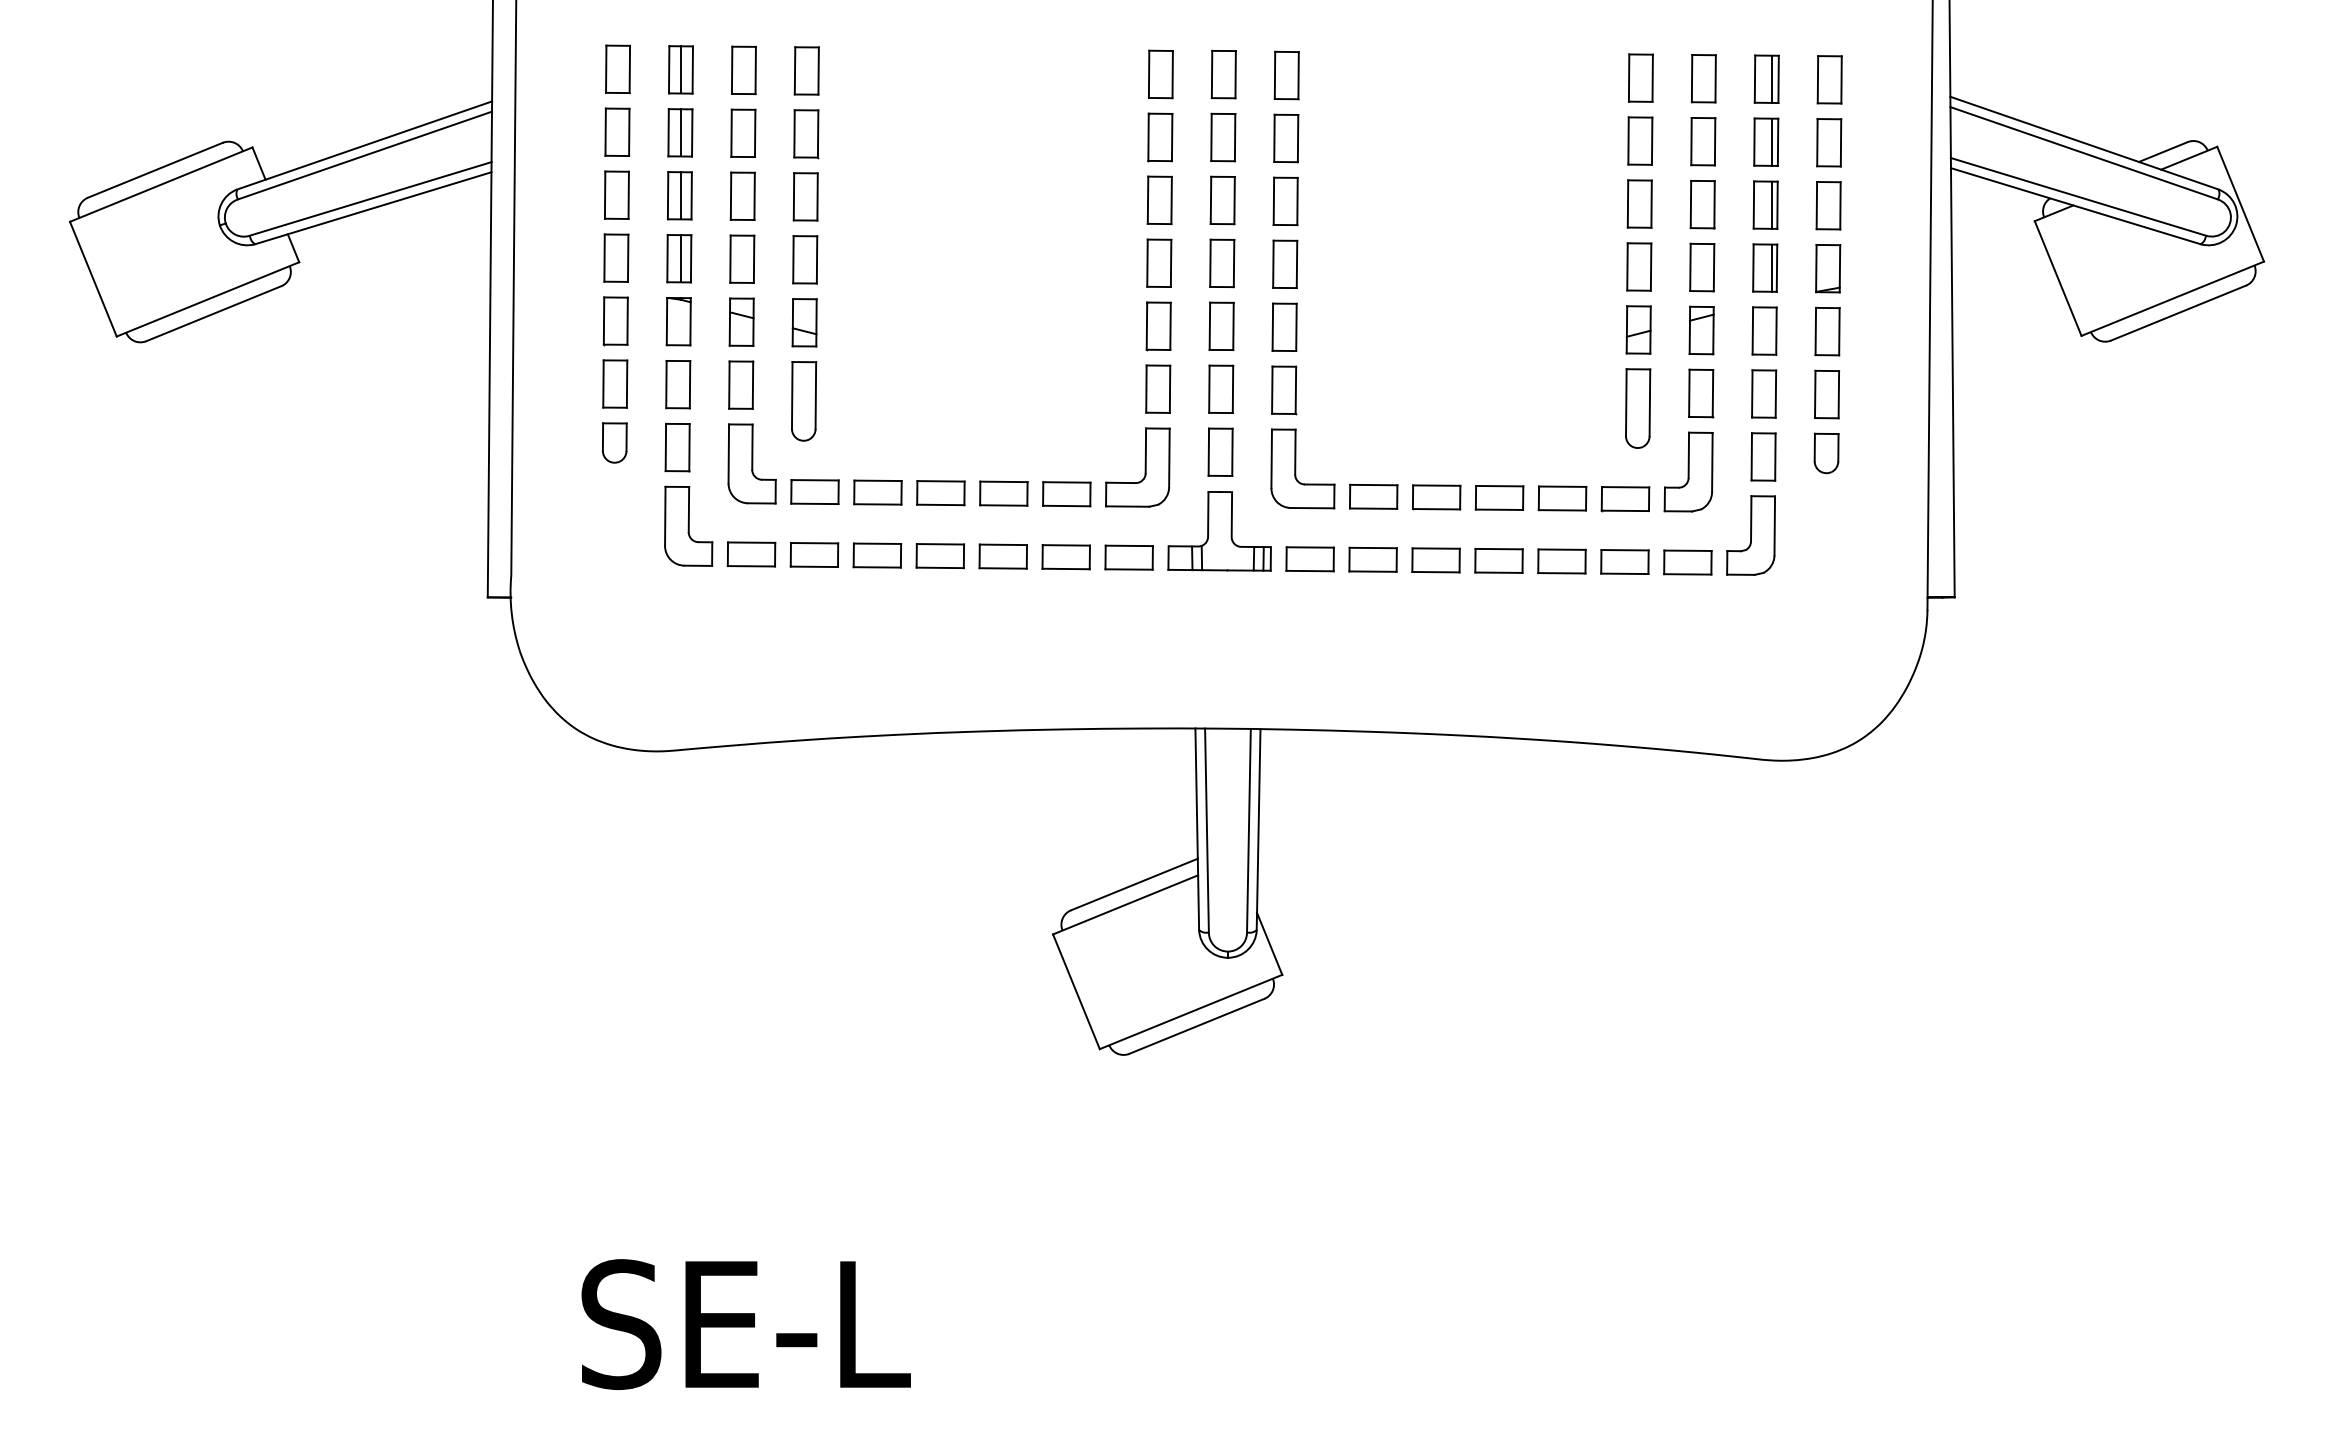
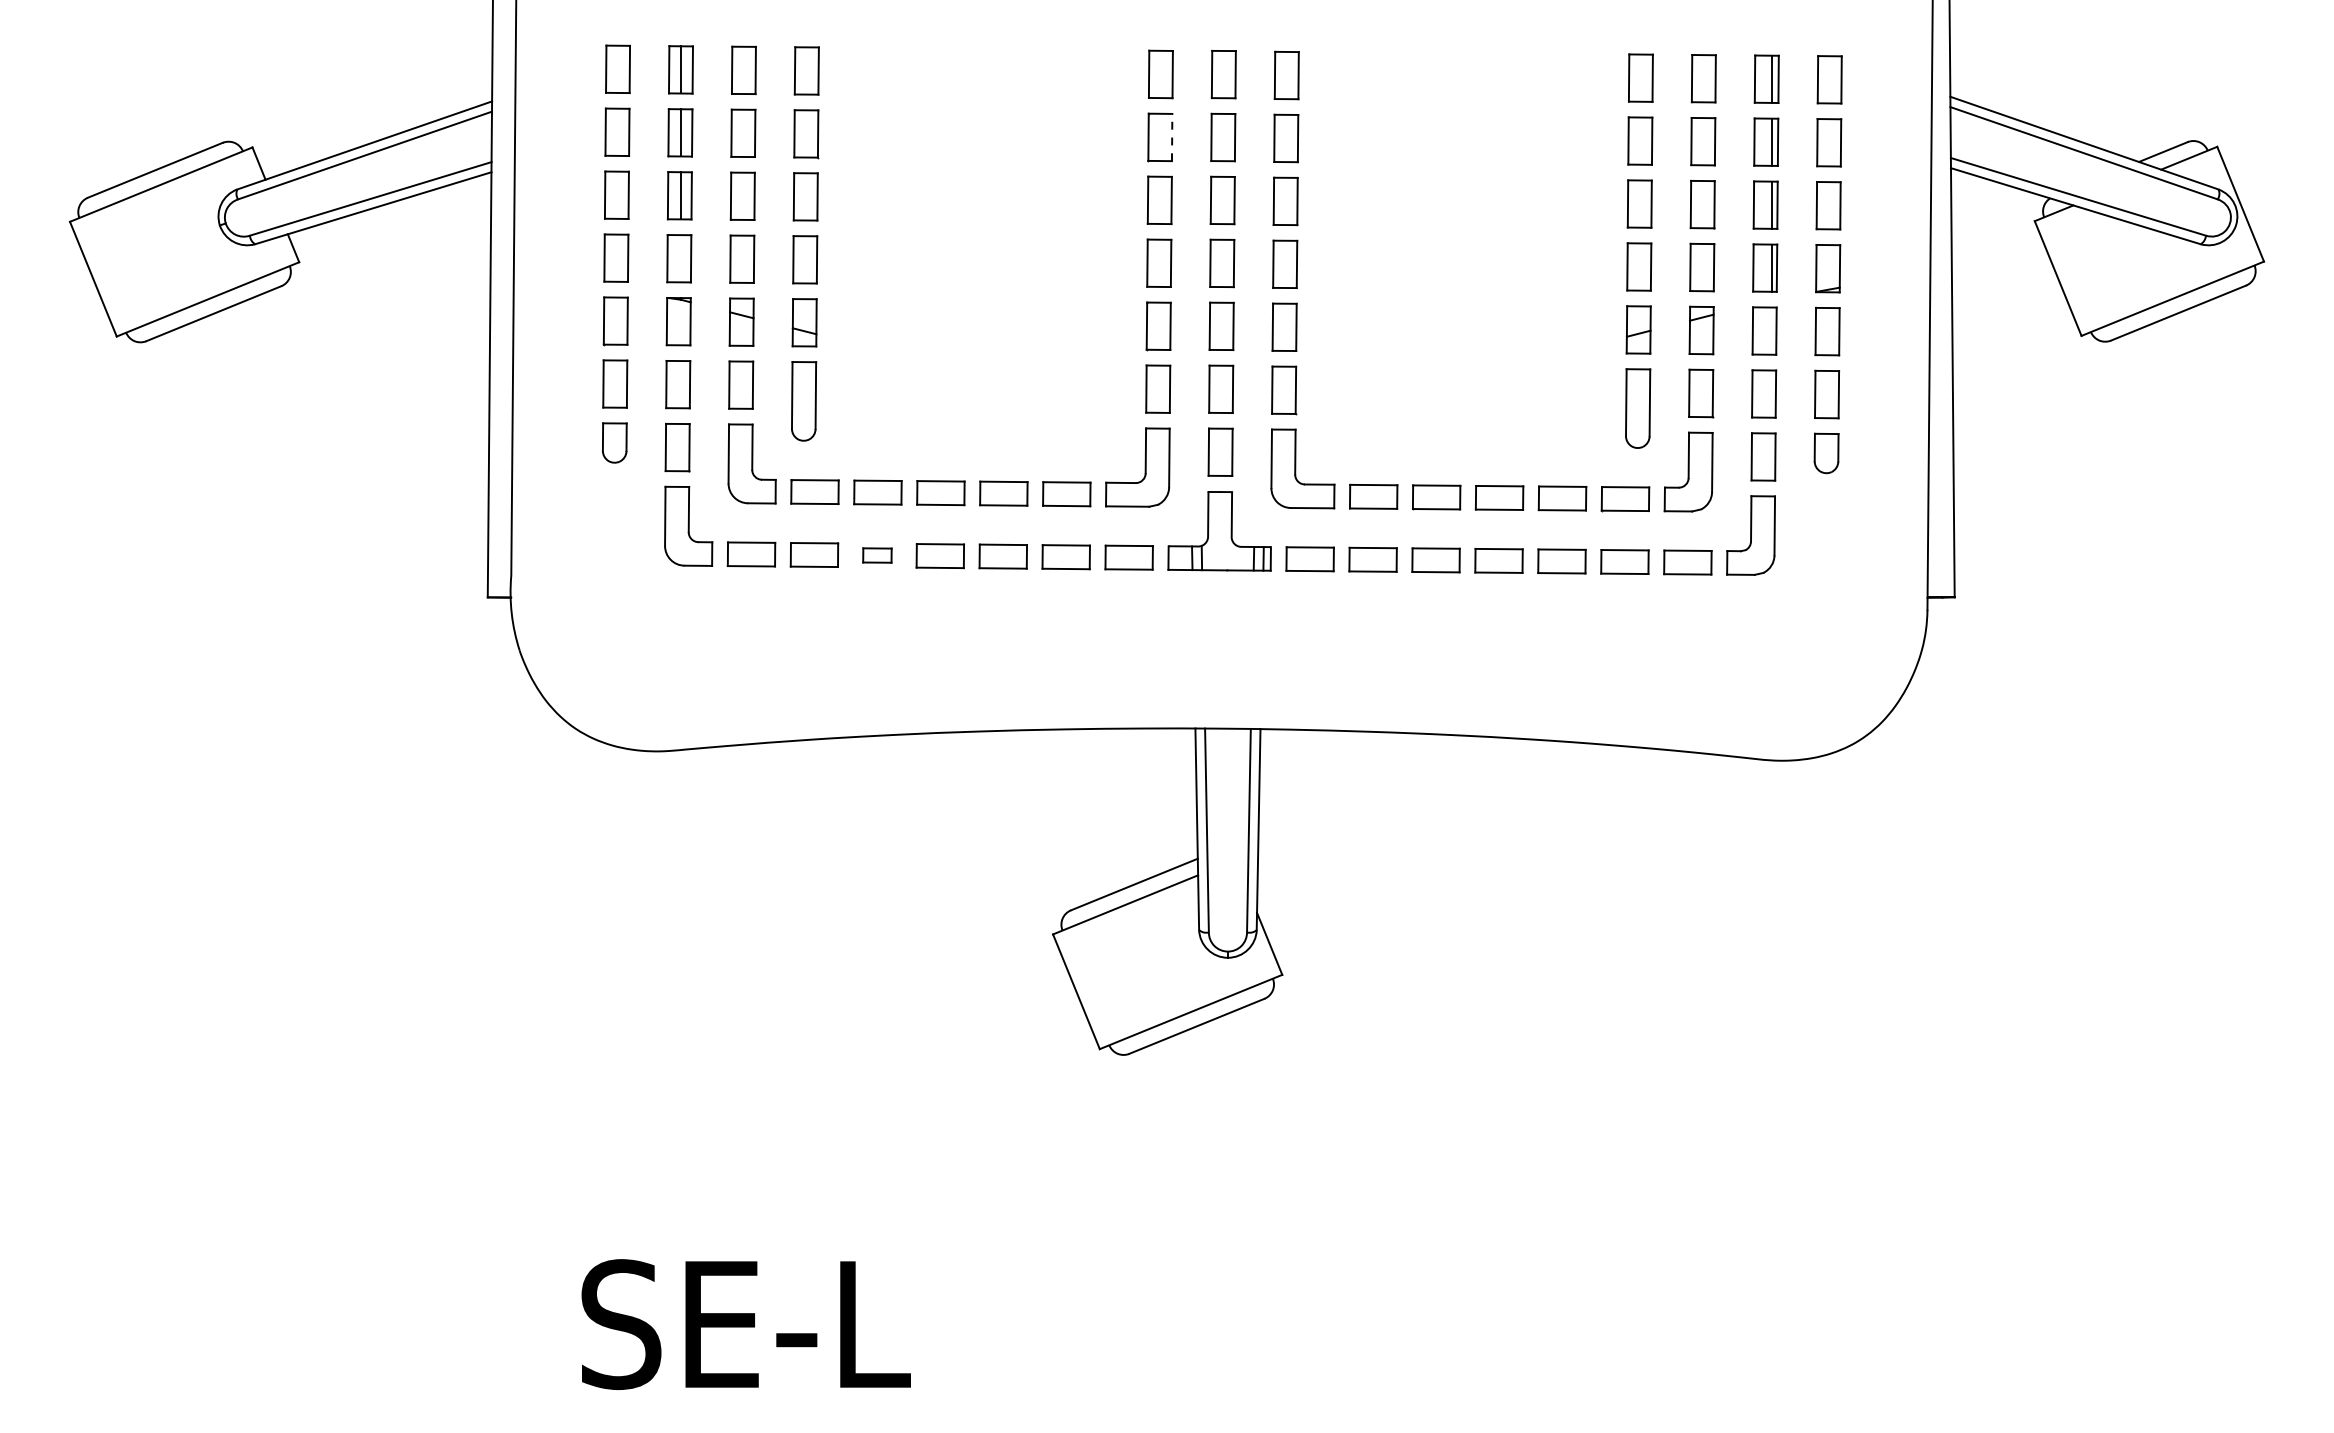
line at (1172, 137): solid -> dashed
line at (681, 258): present -> none
part at (877, 555) size: 51x27 px -> 31x17 px
